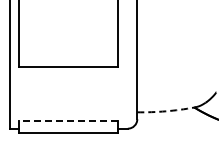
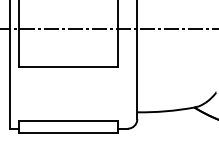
line at (108, 29): none -> present
arc at (165, 111): dashed -> solid
line at (68, 121): dashed -> solid
